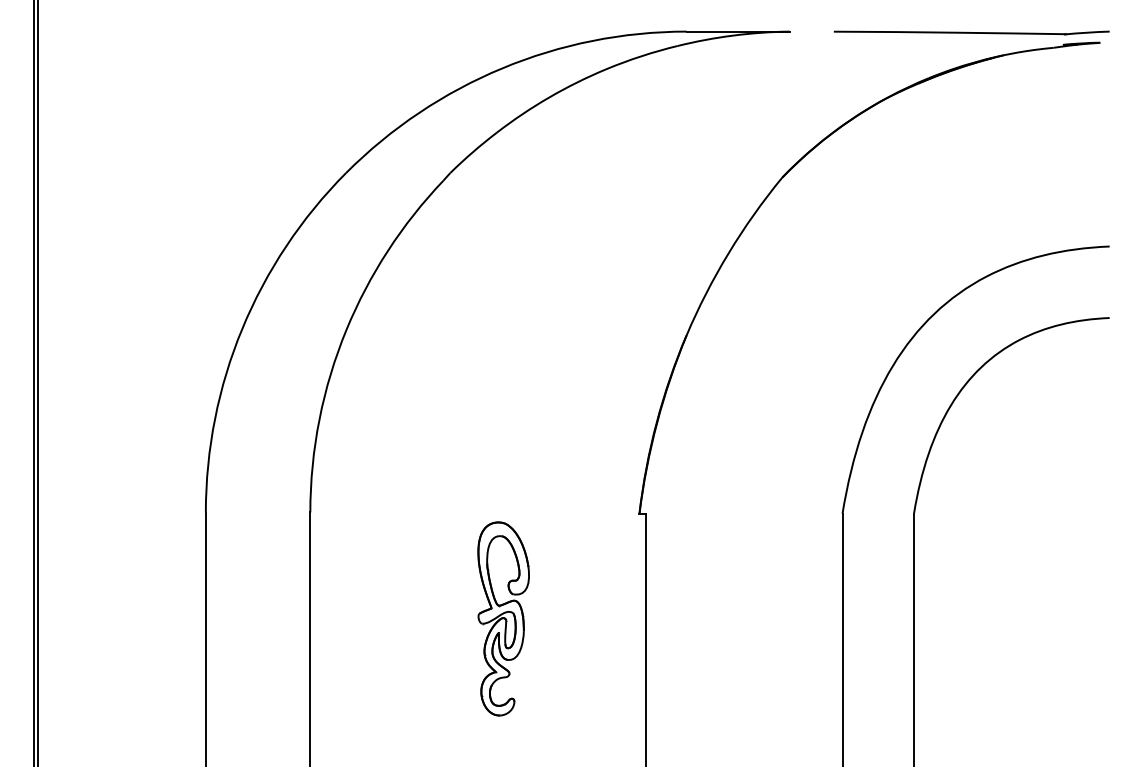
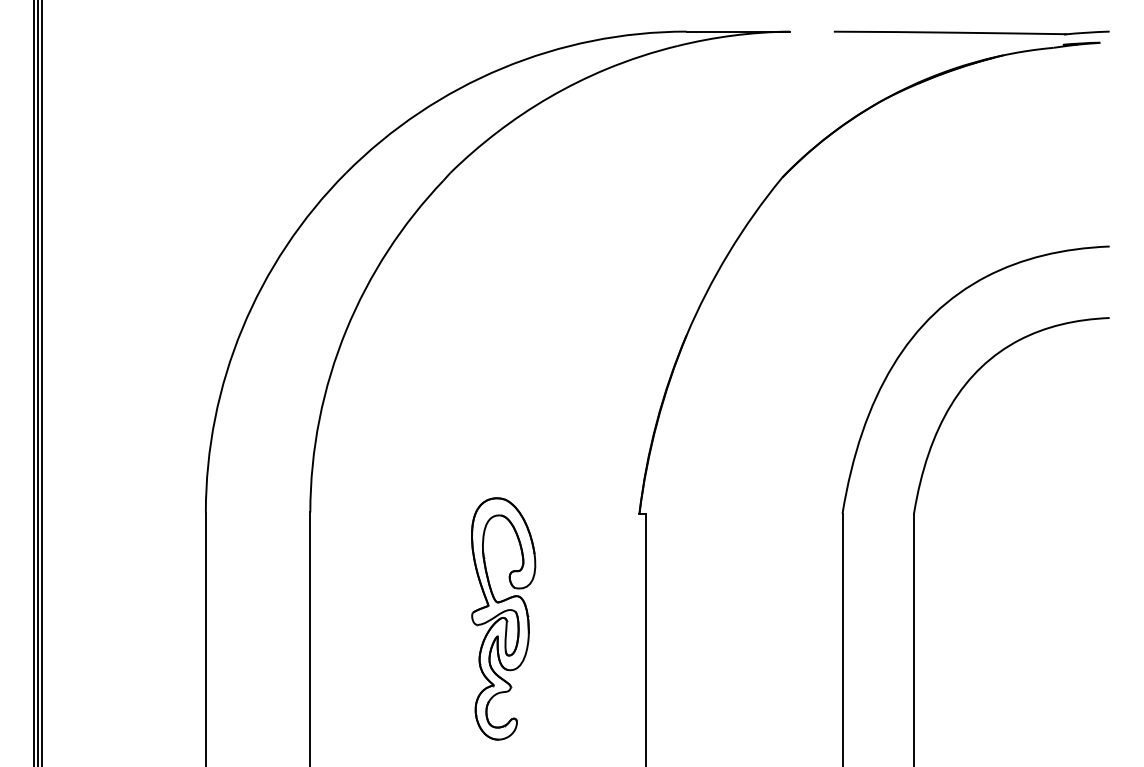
line at (41, 382): none -> present
part at (503, 618) size: 53x196 px -> 66x244 px
